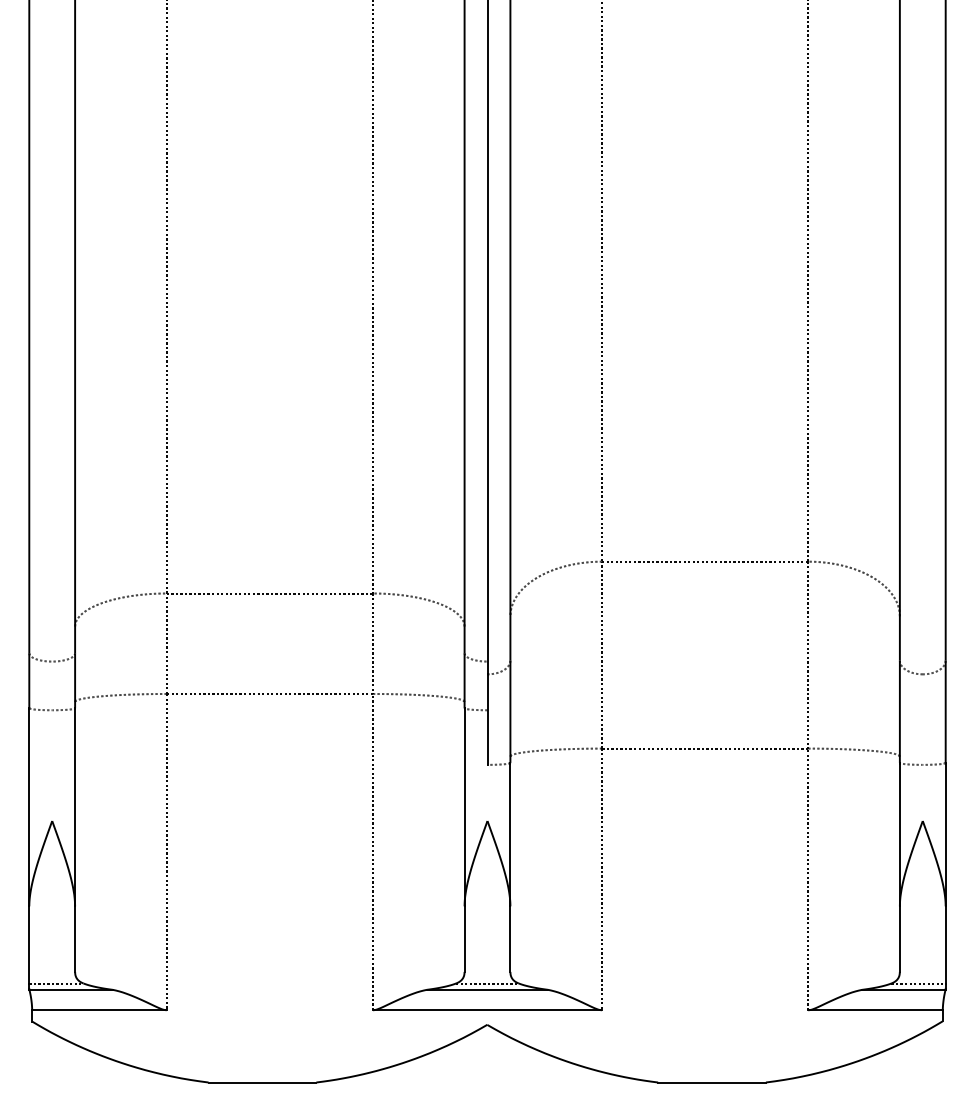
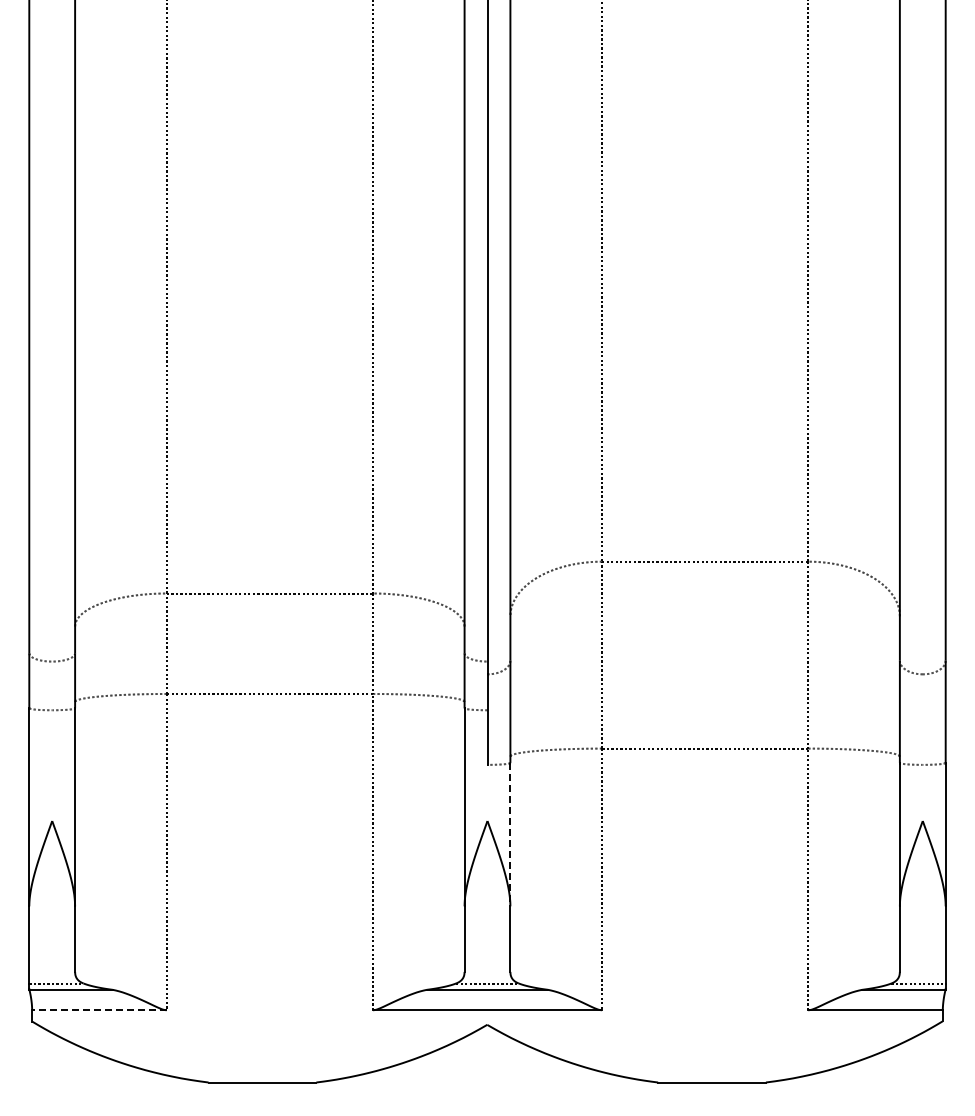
line at (510, 834): solid -> dashed
line at (98, 1010): solid -> dashed
